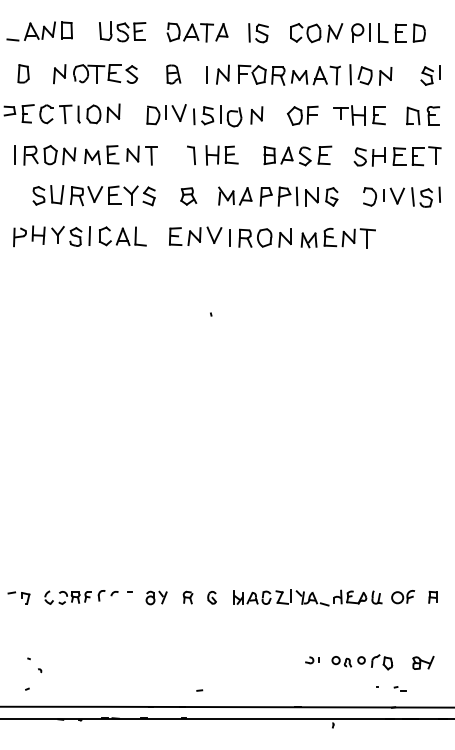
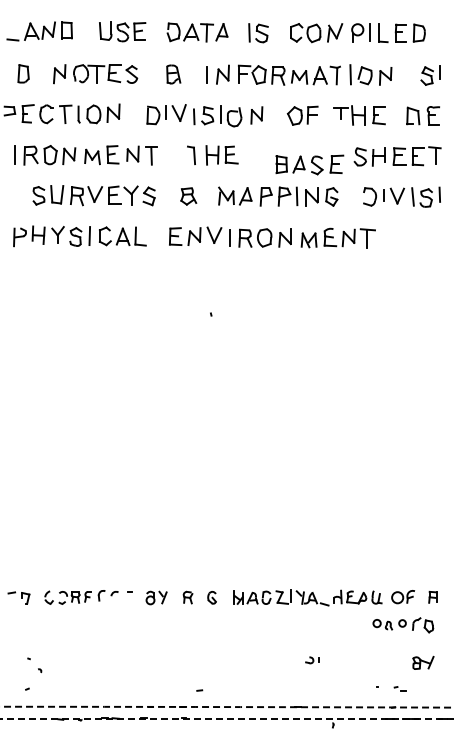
part at (297, 155) position: (297, 155) -> (309, 164)
part at (362, 662) position: (362, 662) -> (403, 625)
arc at (227, 707): solid -> dashed
line at (227, 718): solid -> dashed
